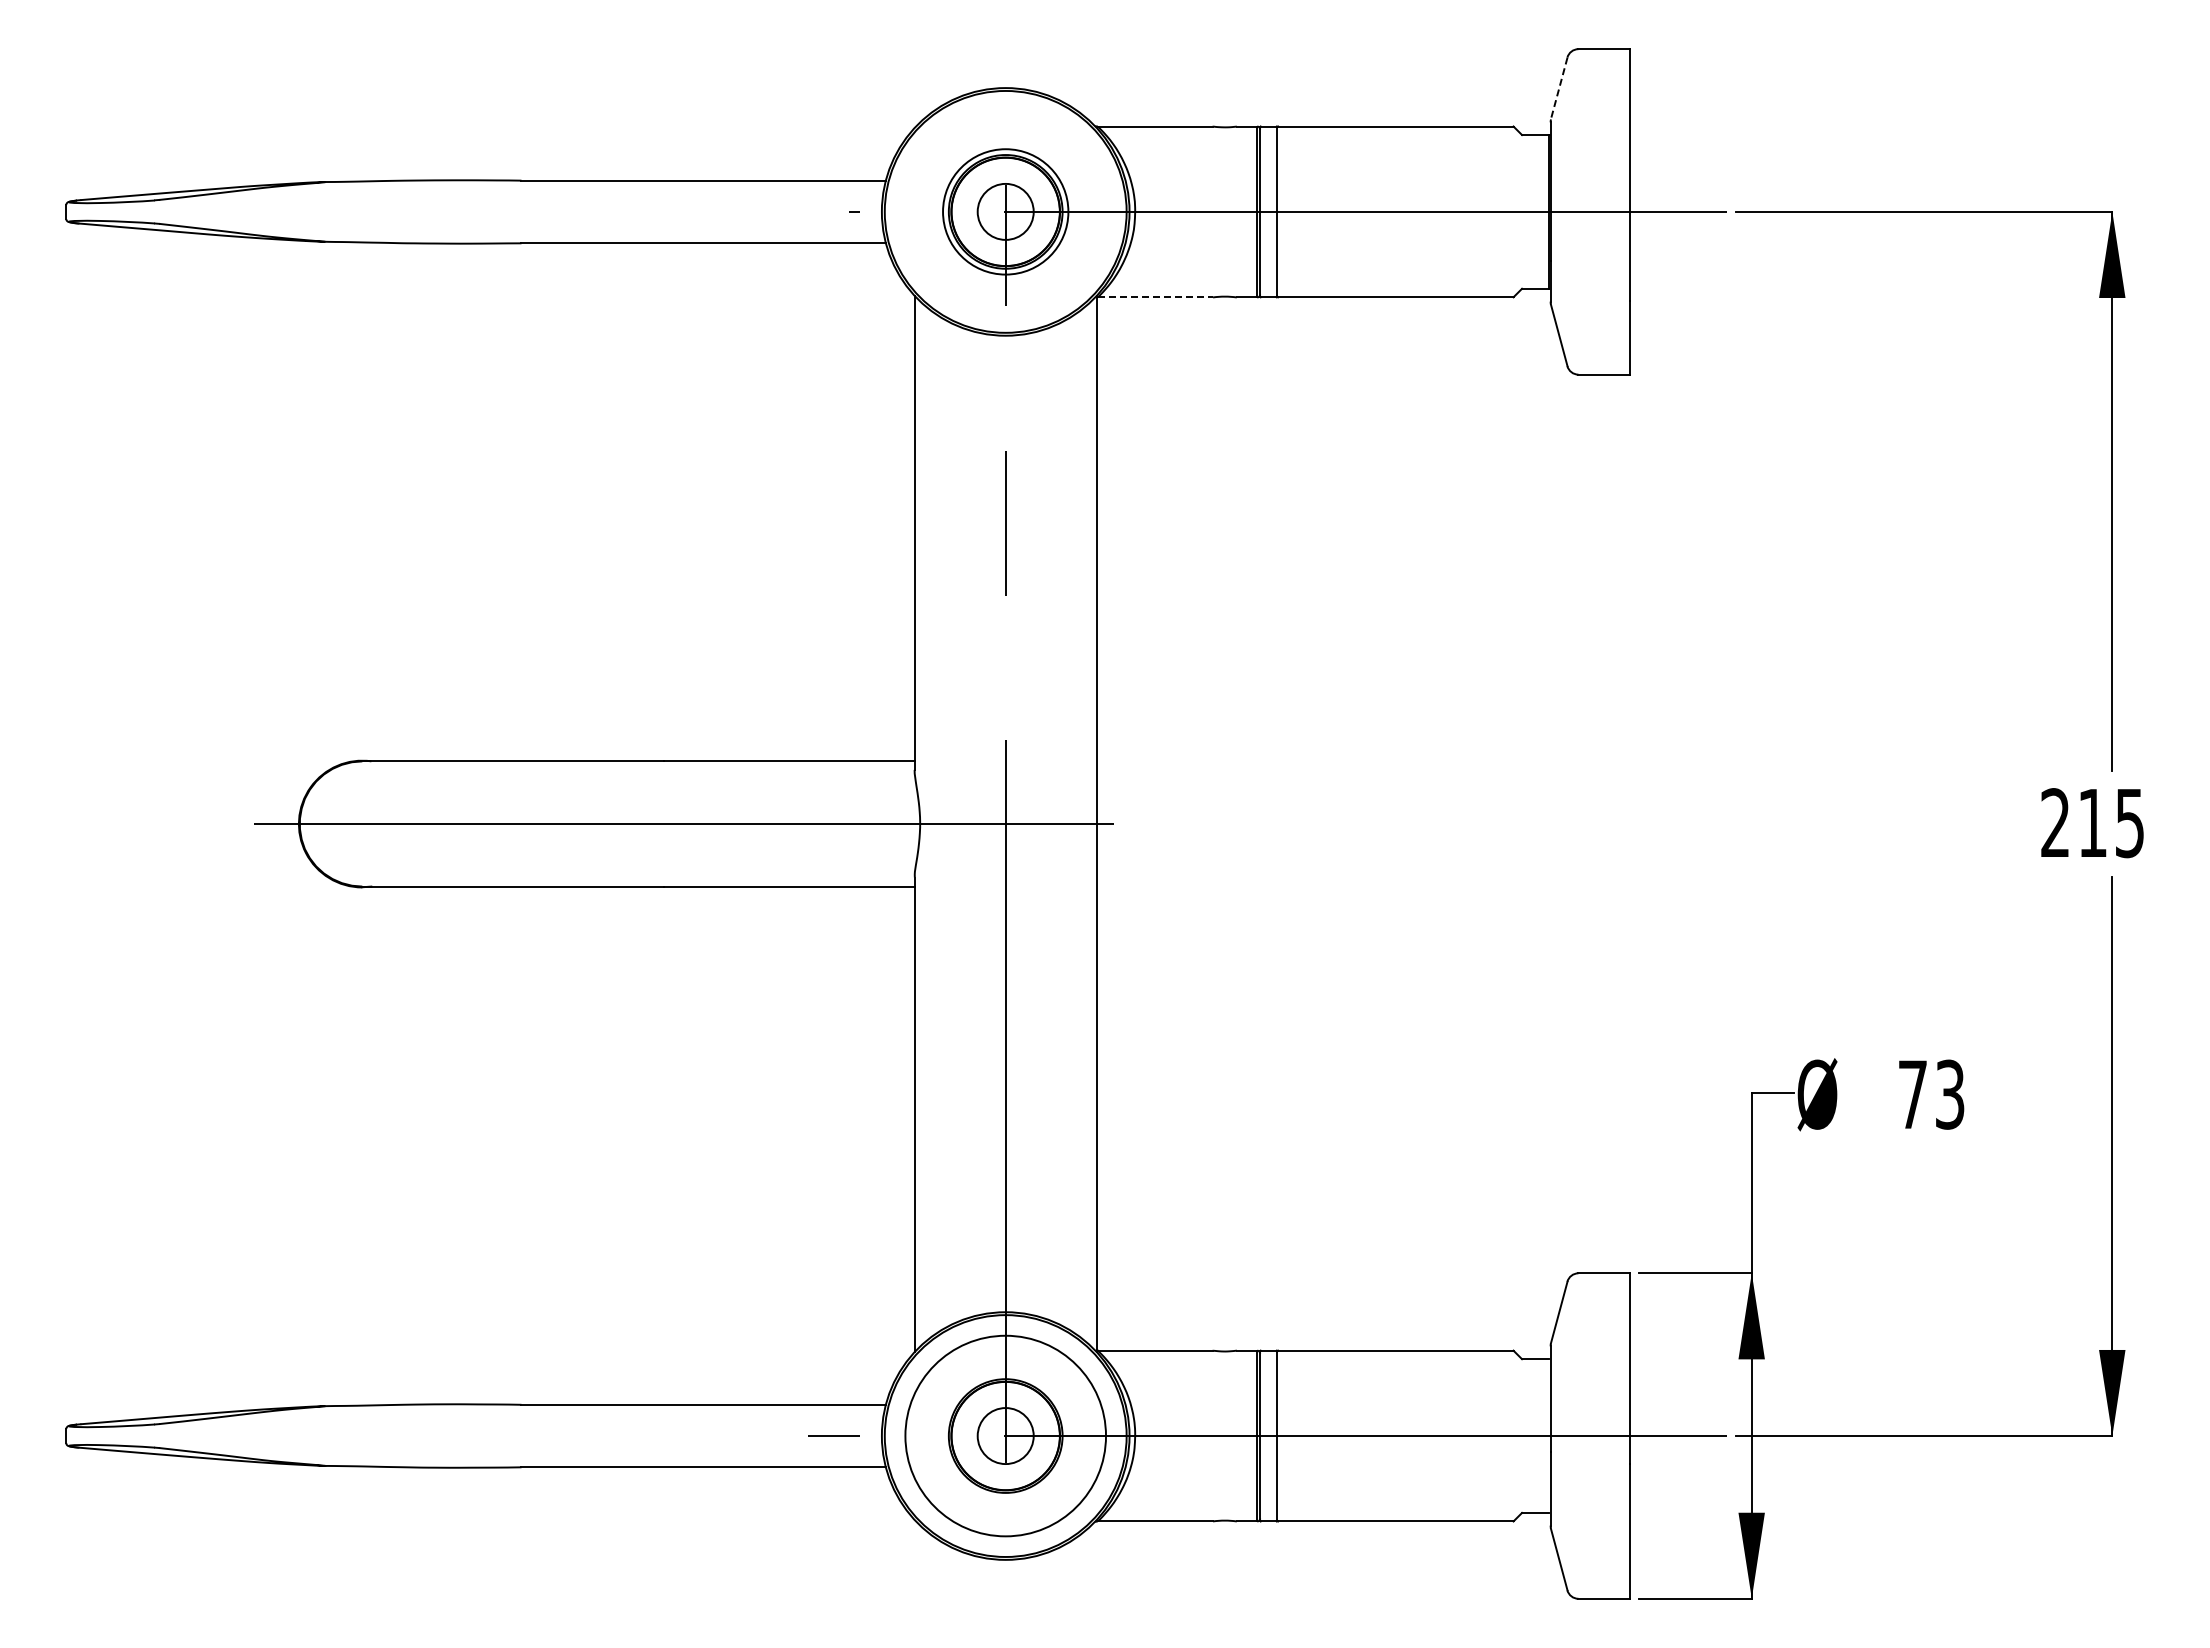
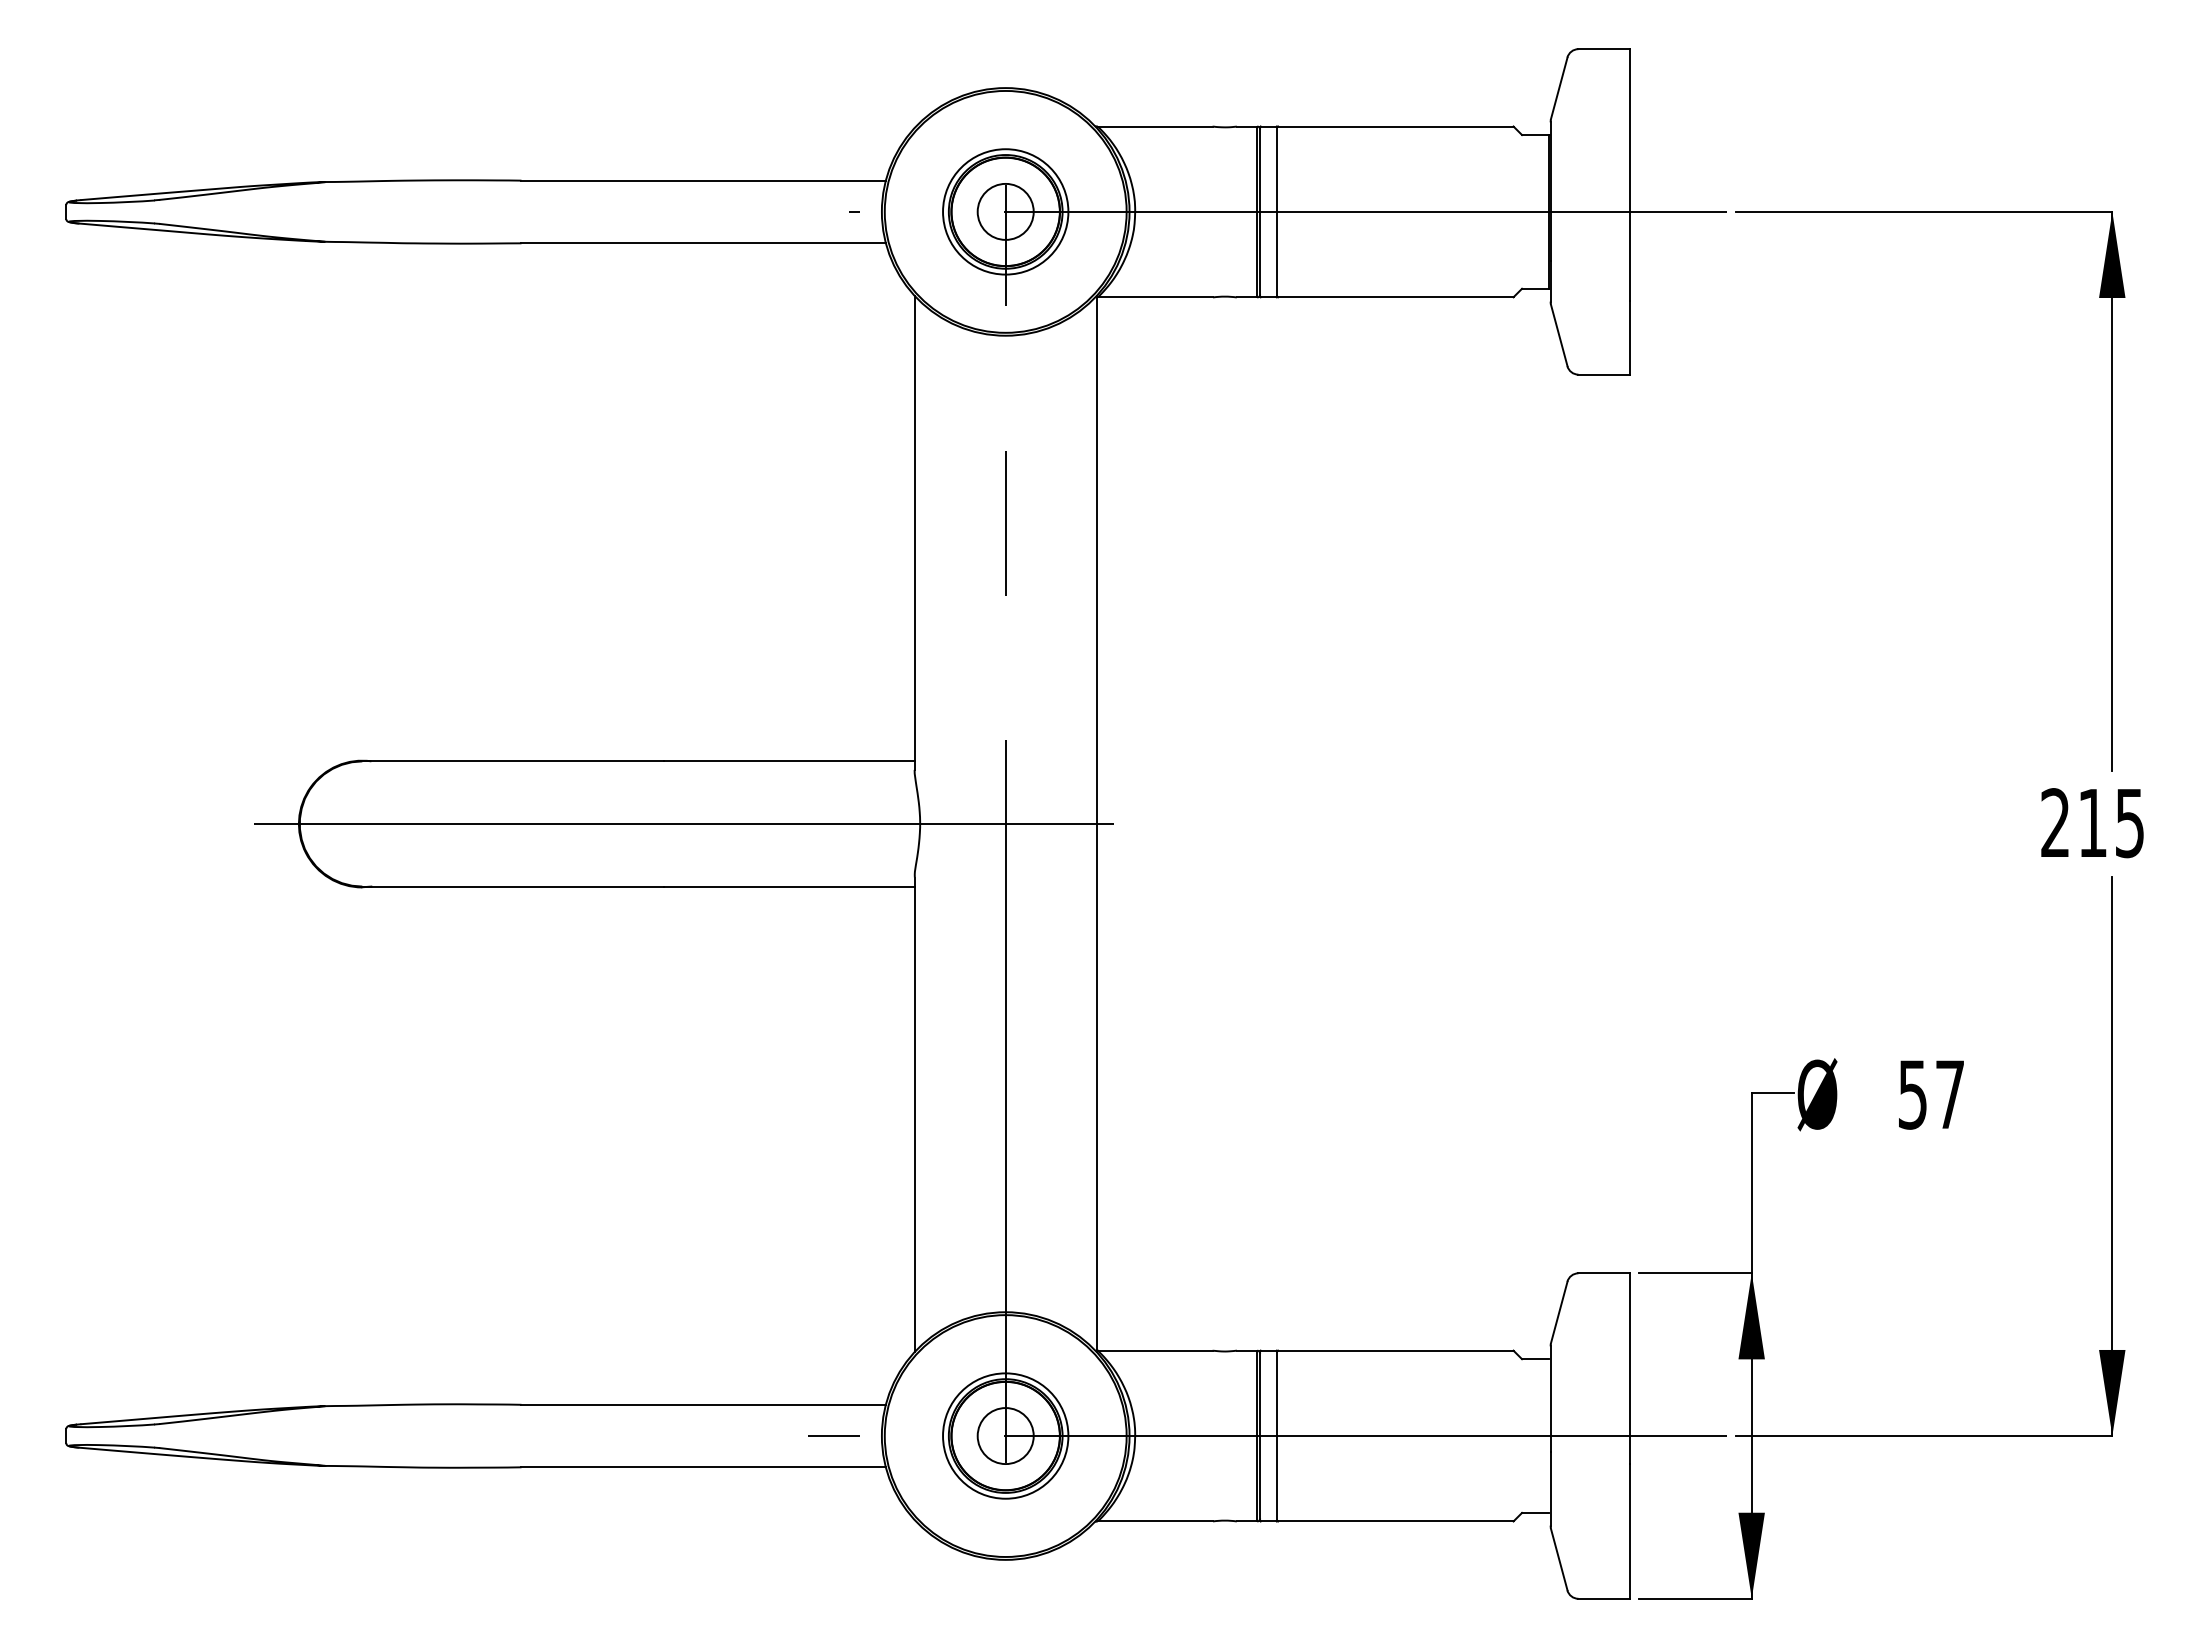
line at (1559, 88): dashed -> solid
line at (1155, 297): dashed -> solid
text at (1931, 1094): 73 -> 57
circle at (1005, 1435) diameter: 201 px -> 125 px
